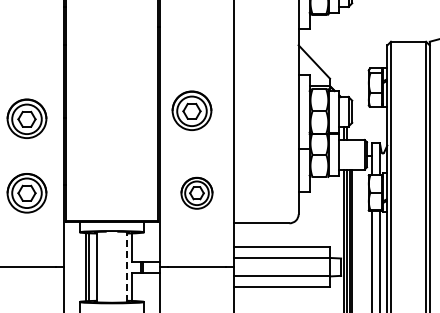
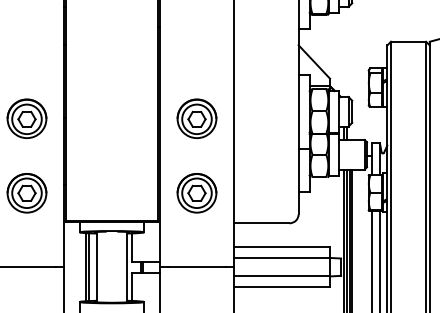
part at (191, 110) position: (191, 110) -> (196, 118)
part at (196, 192) size: 34x34 px -> 42x41 px
line at (126, 266): dashed -> solid
